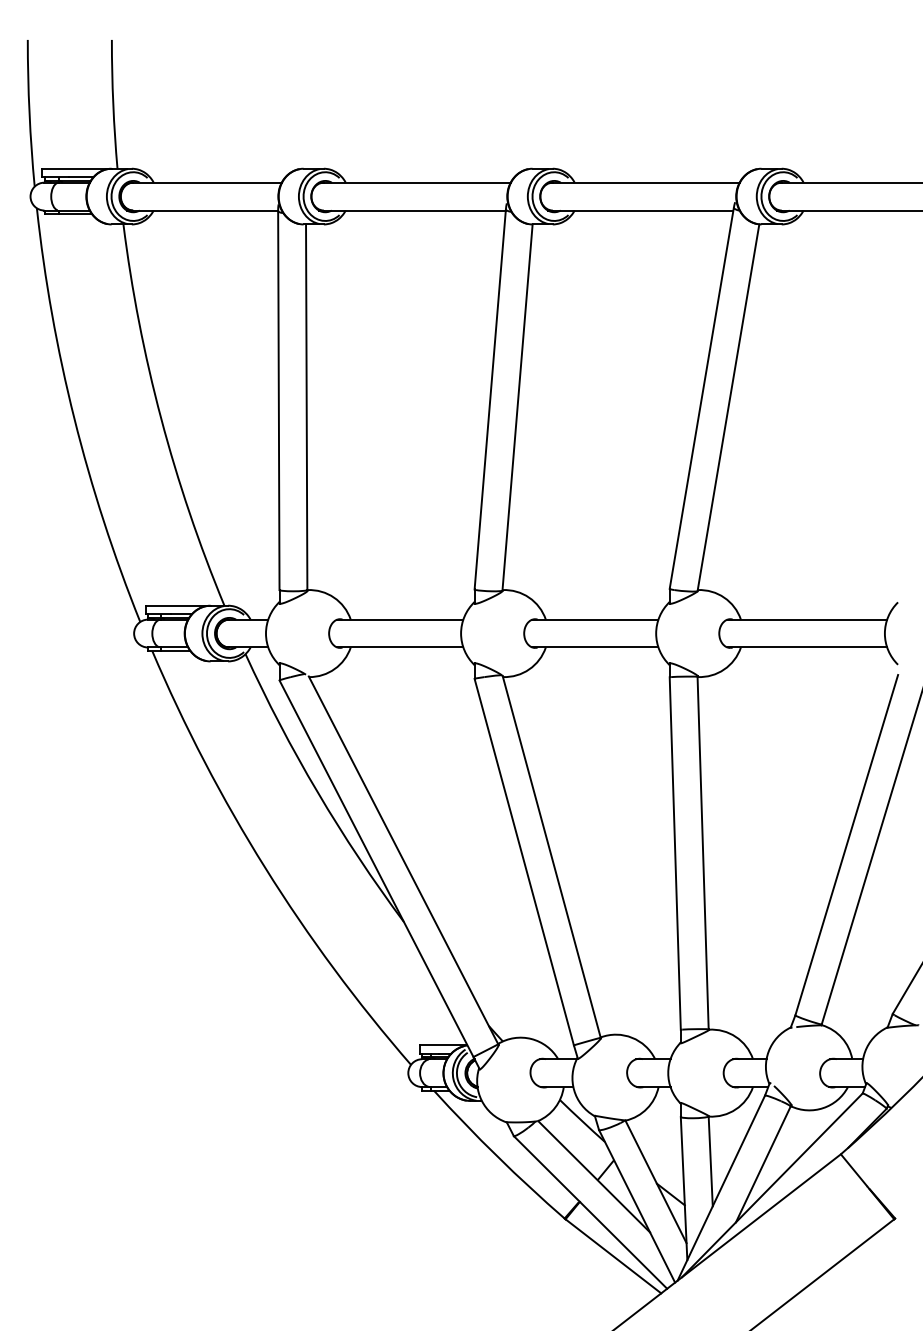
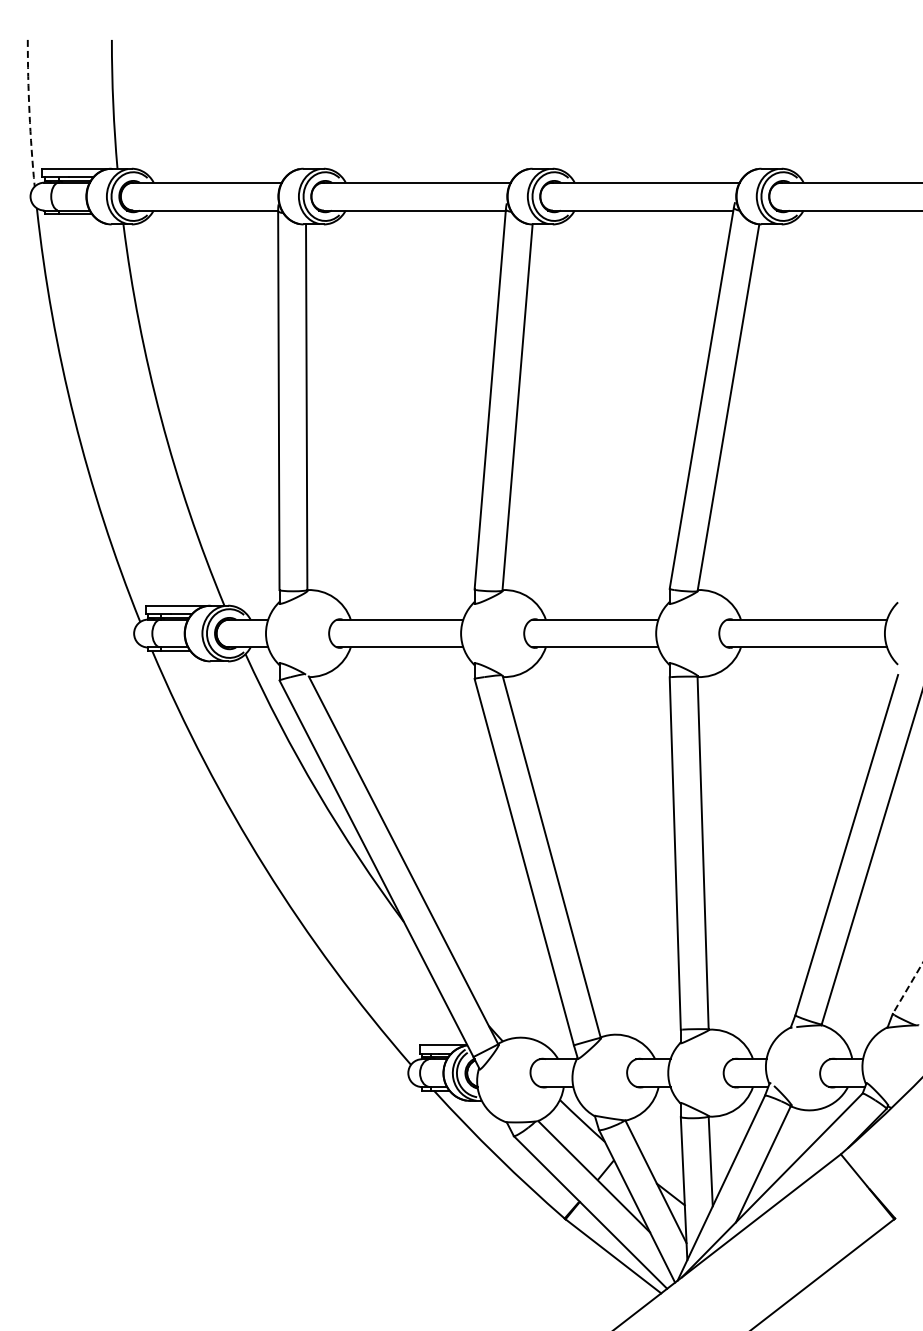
arc at (29, 113): solid -> dashed
line at (907, 988): solid -> dashed
